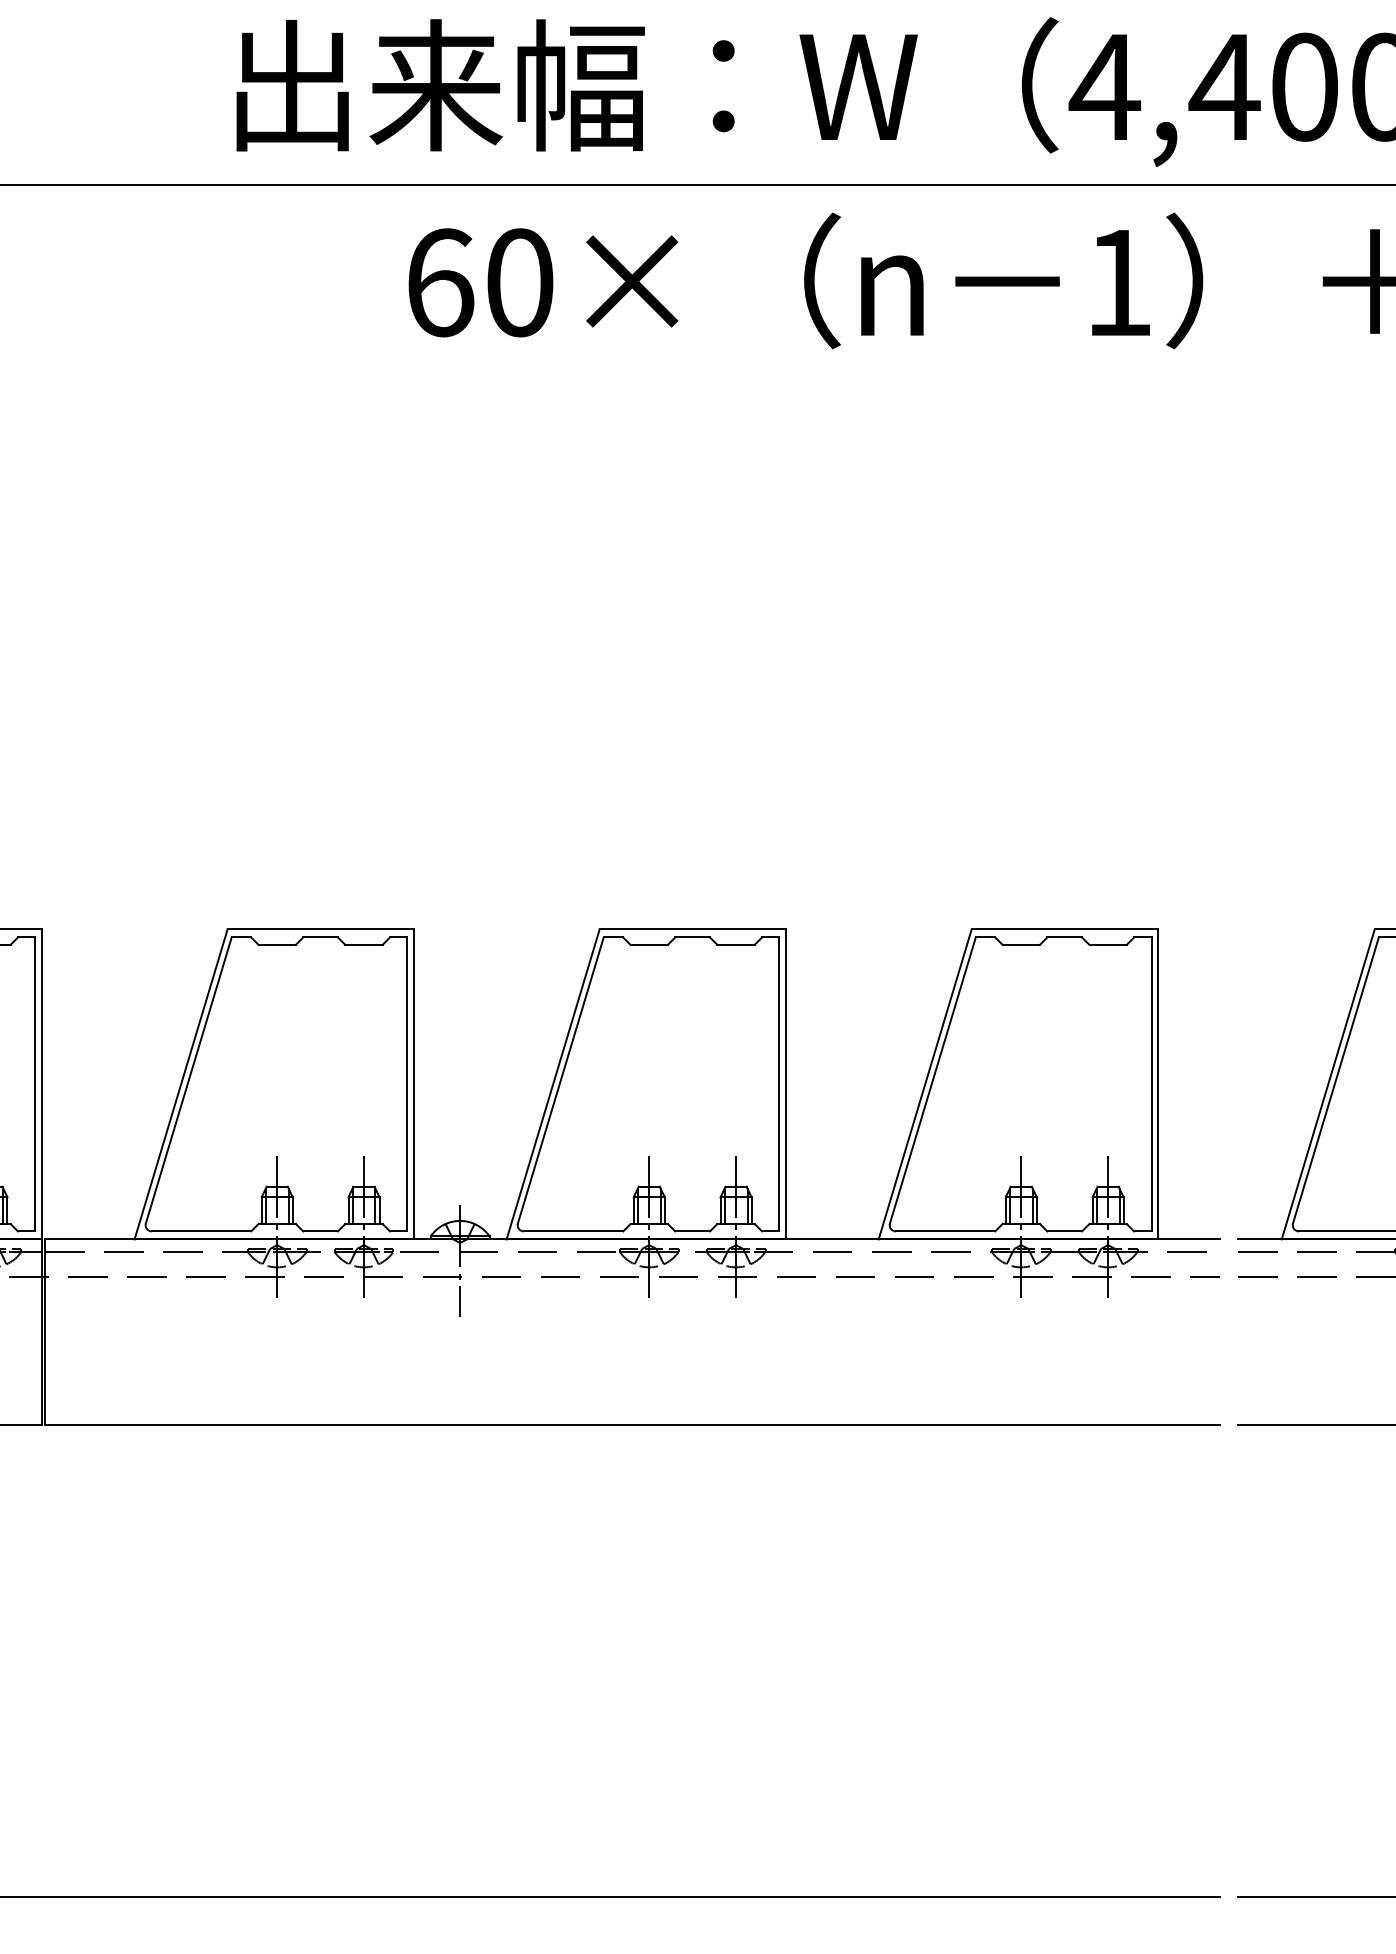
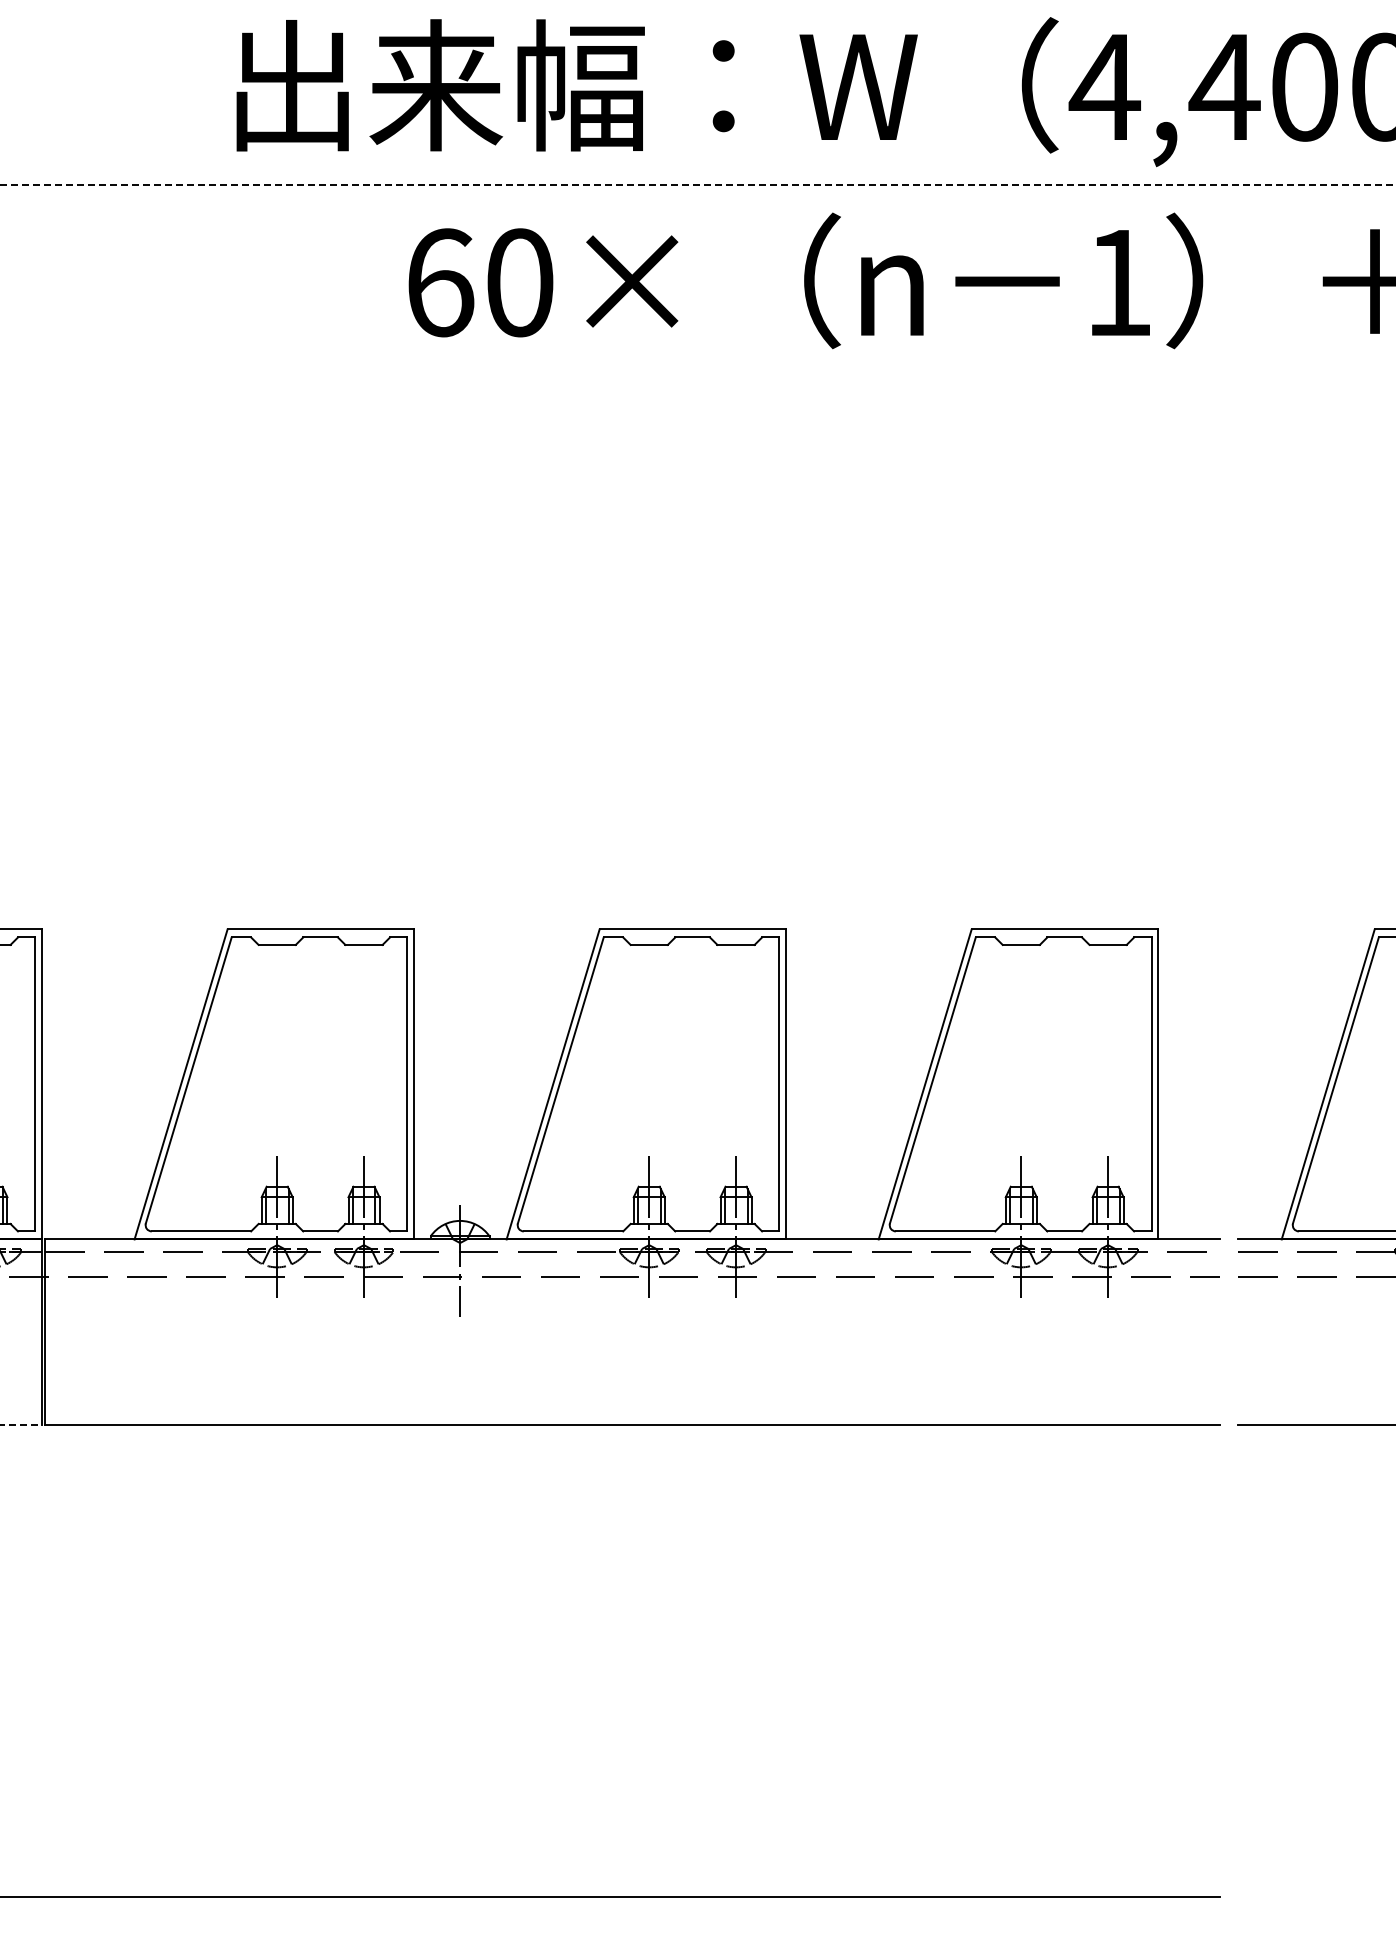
line at (698, 185): solid -> dashed
line at (21, 1425): solid -> dashed
line at (1315, 1896): present -> none
